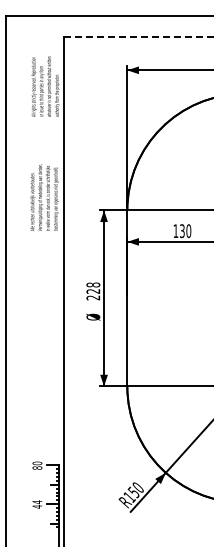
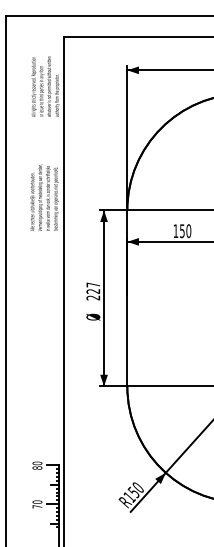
line at (139, 36): dashed -> solid
text at (182, 230): 130 -> 150
text at (93, 284): 228 -> 227
text at (37, 504): 44 -> 70
